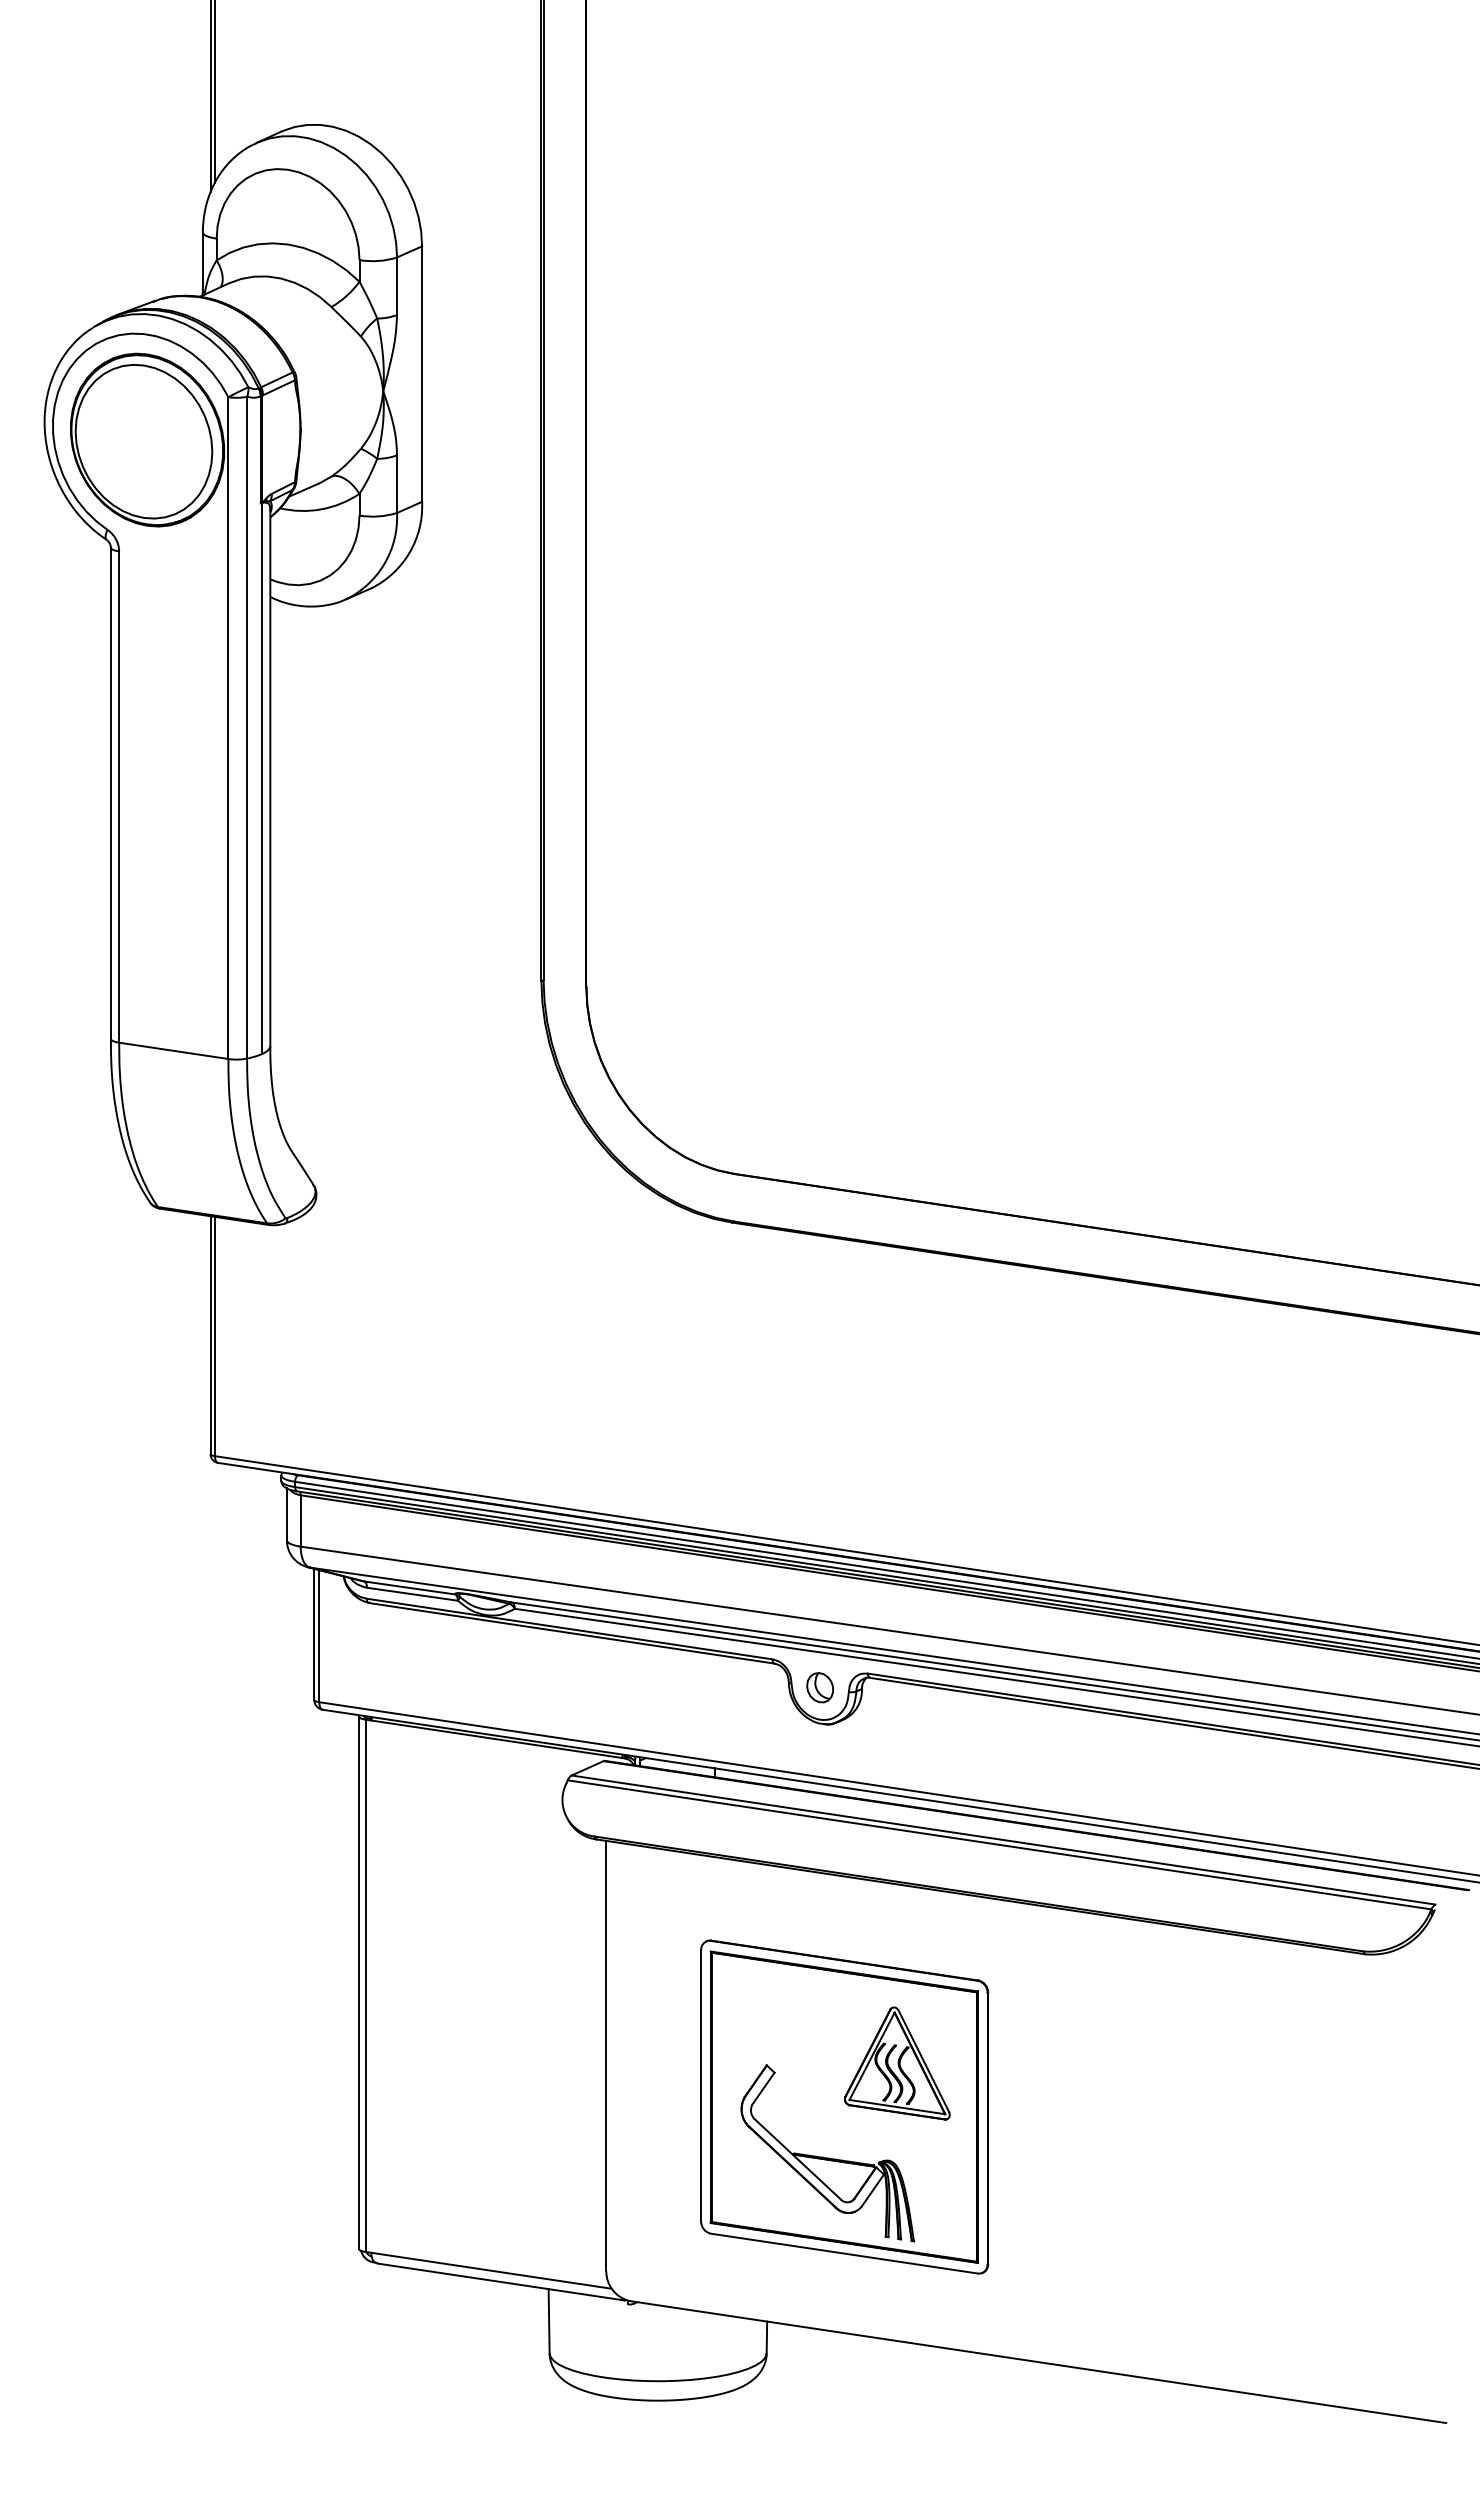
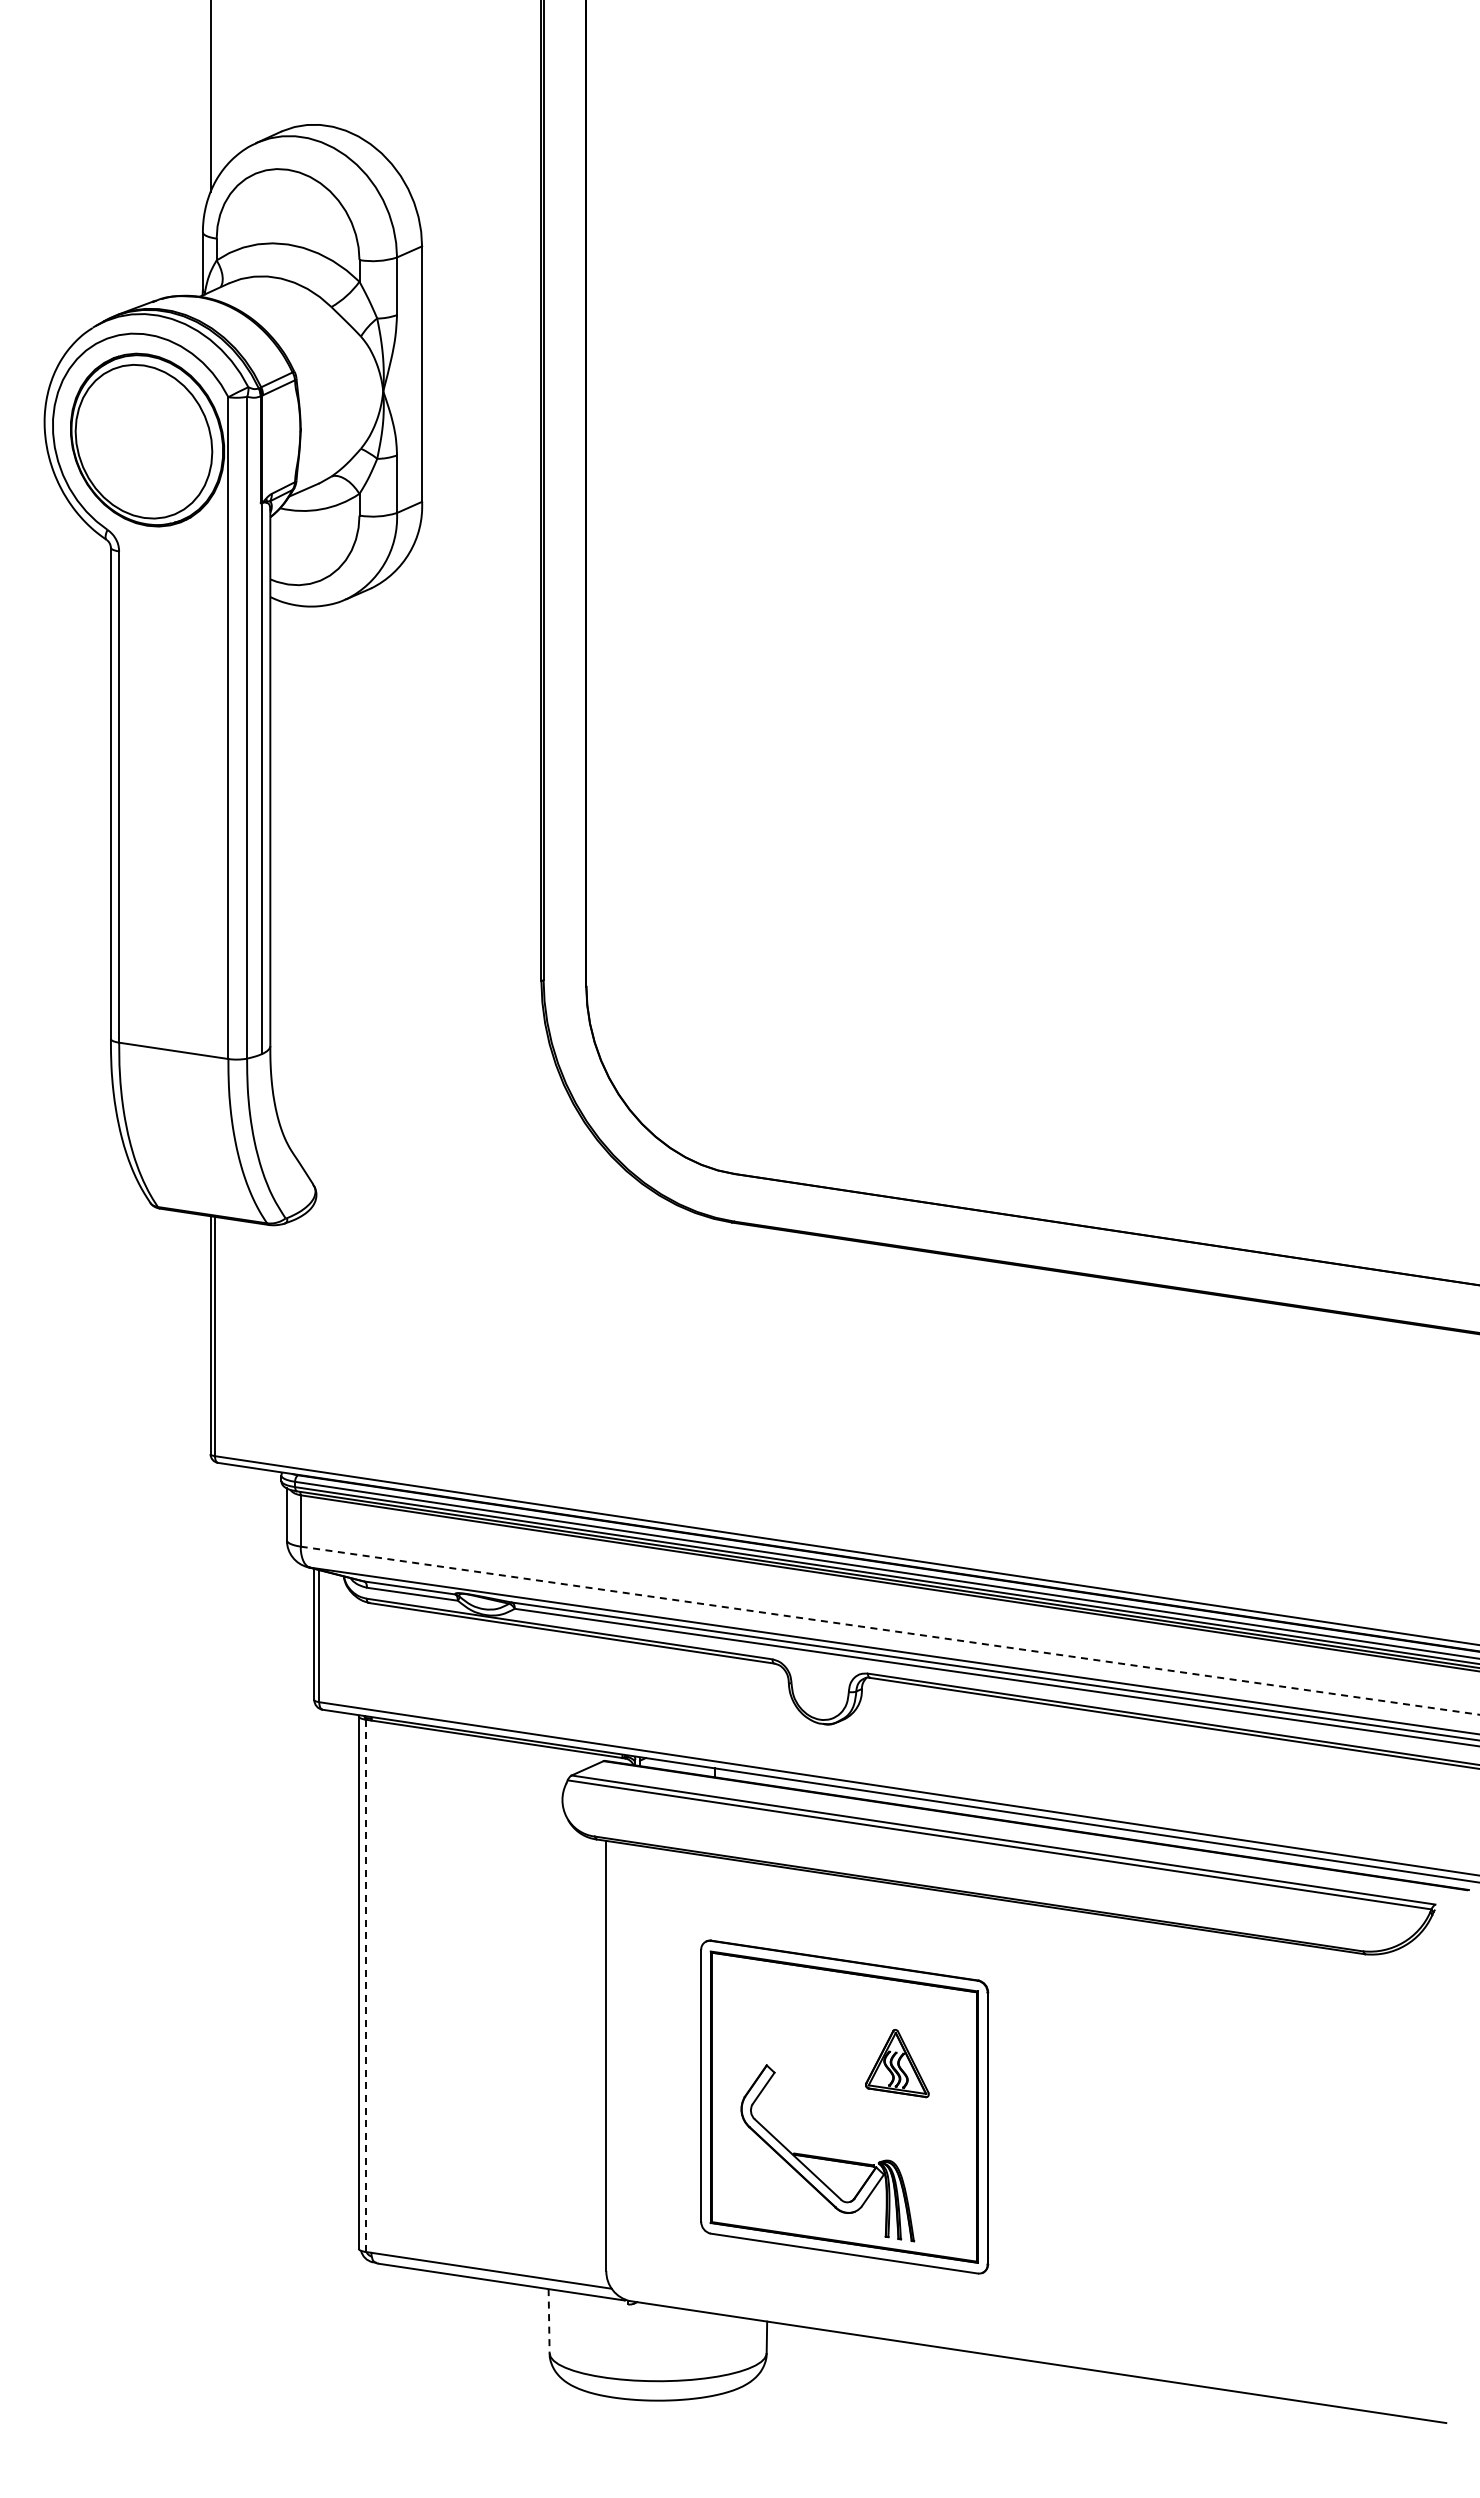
line at (214, 92): present -> none
line at (890, 1630): solid -> dashed
part at (819, 1687): present -> none
line at (365, 1986): solid -> dashed
part at (897, 2063) size: 107x115 px -> 65x70 px
line at (549, 2321): solid -> dashed
